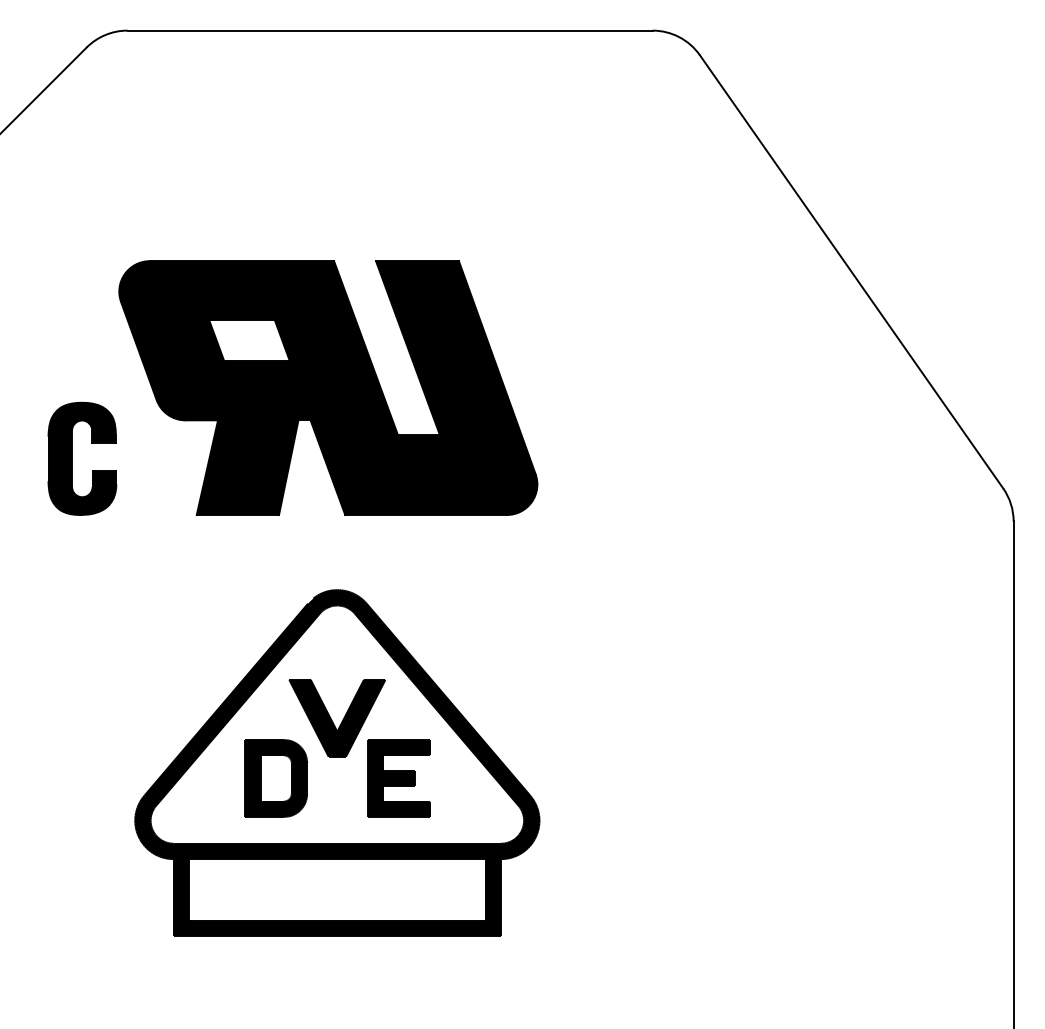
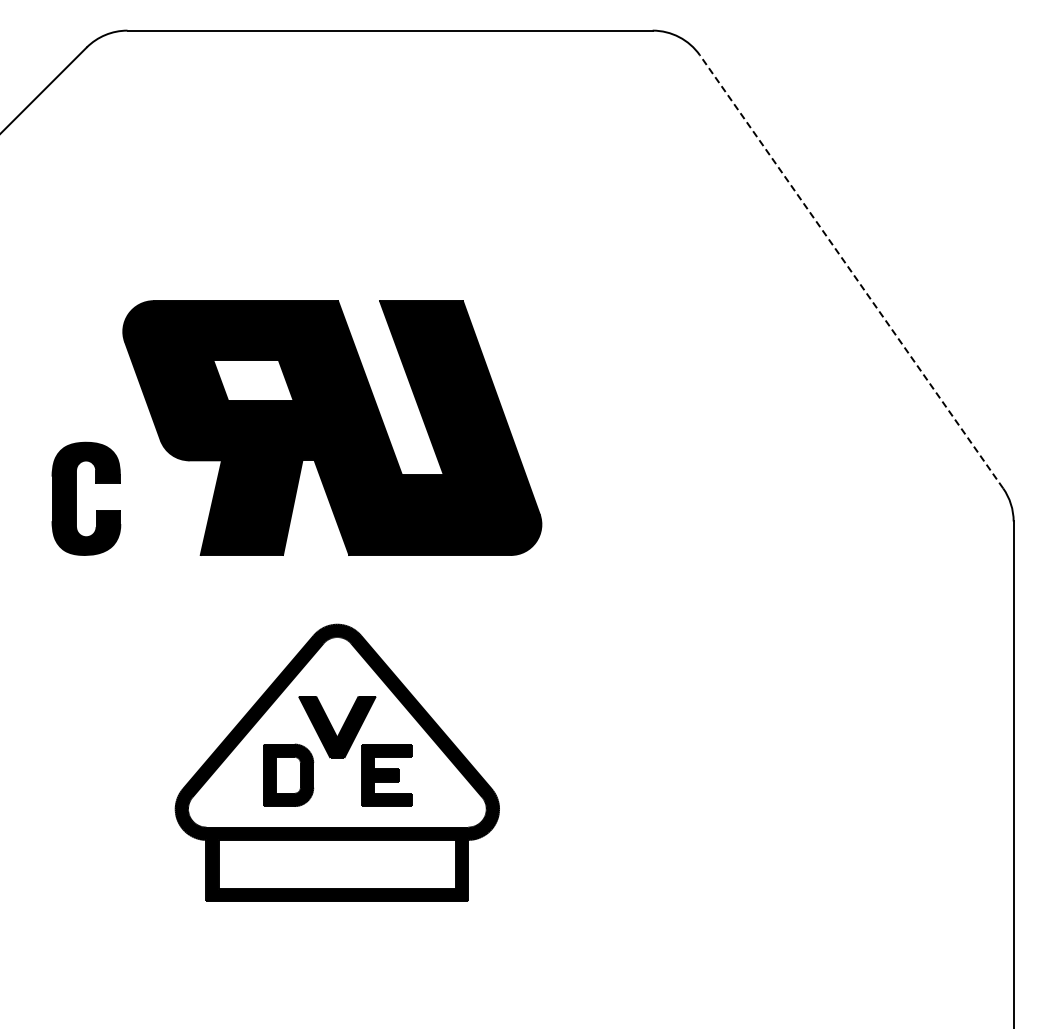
line at (851, 271): solid -> dashed
part at (292, 387) position: (292, 387) -> (296, 427)
part at (337, 762) size: 407x348 px -> 326x279 px
